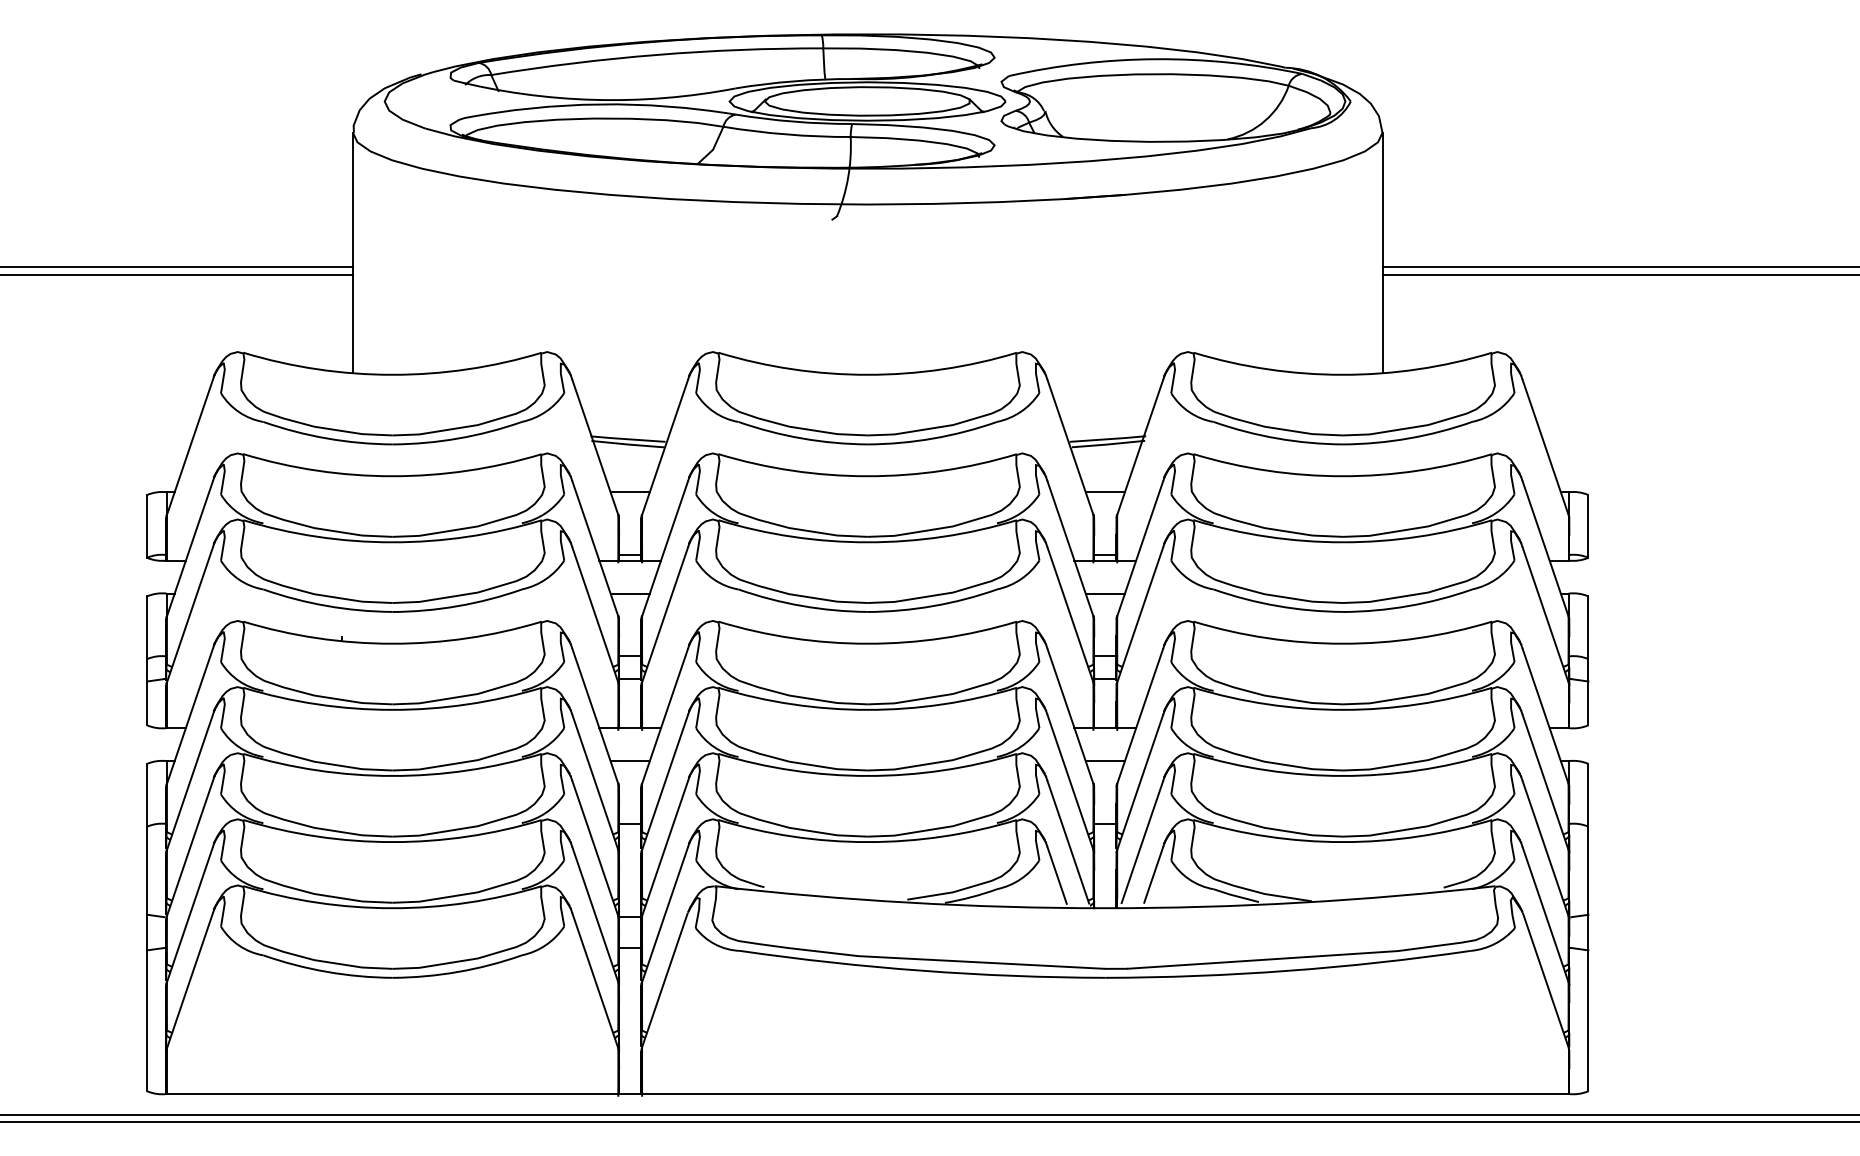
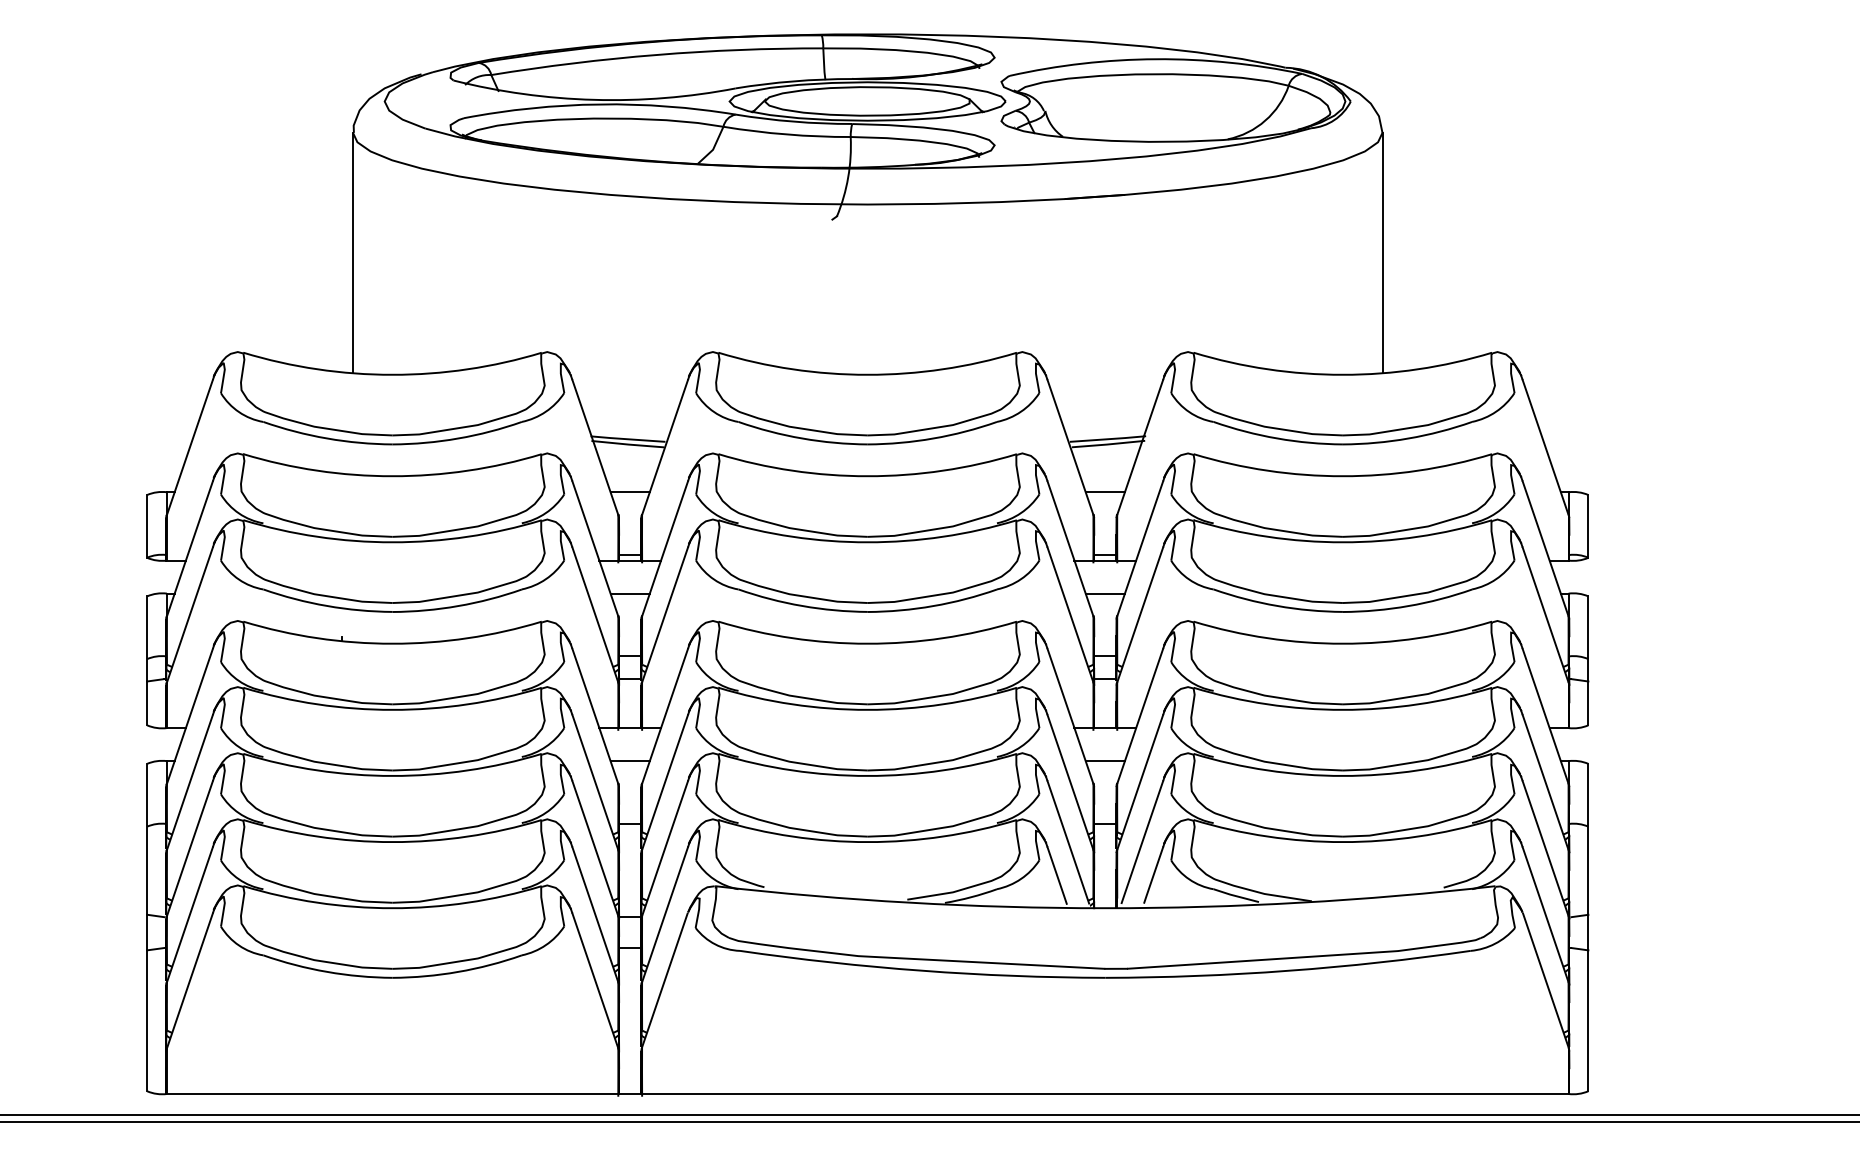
line at (177, 266): present -> none
line at (1619, 266): present -> none
line at (177, 275): present -> none
line at (1619, 275): present -> none
